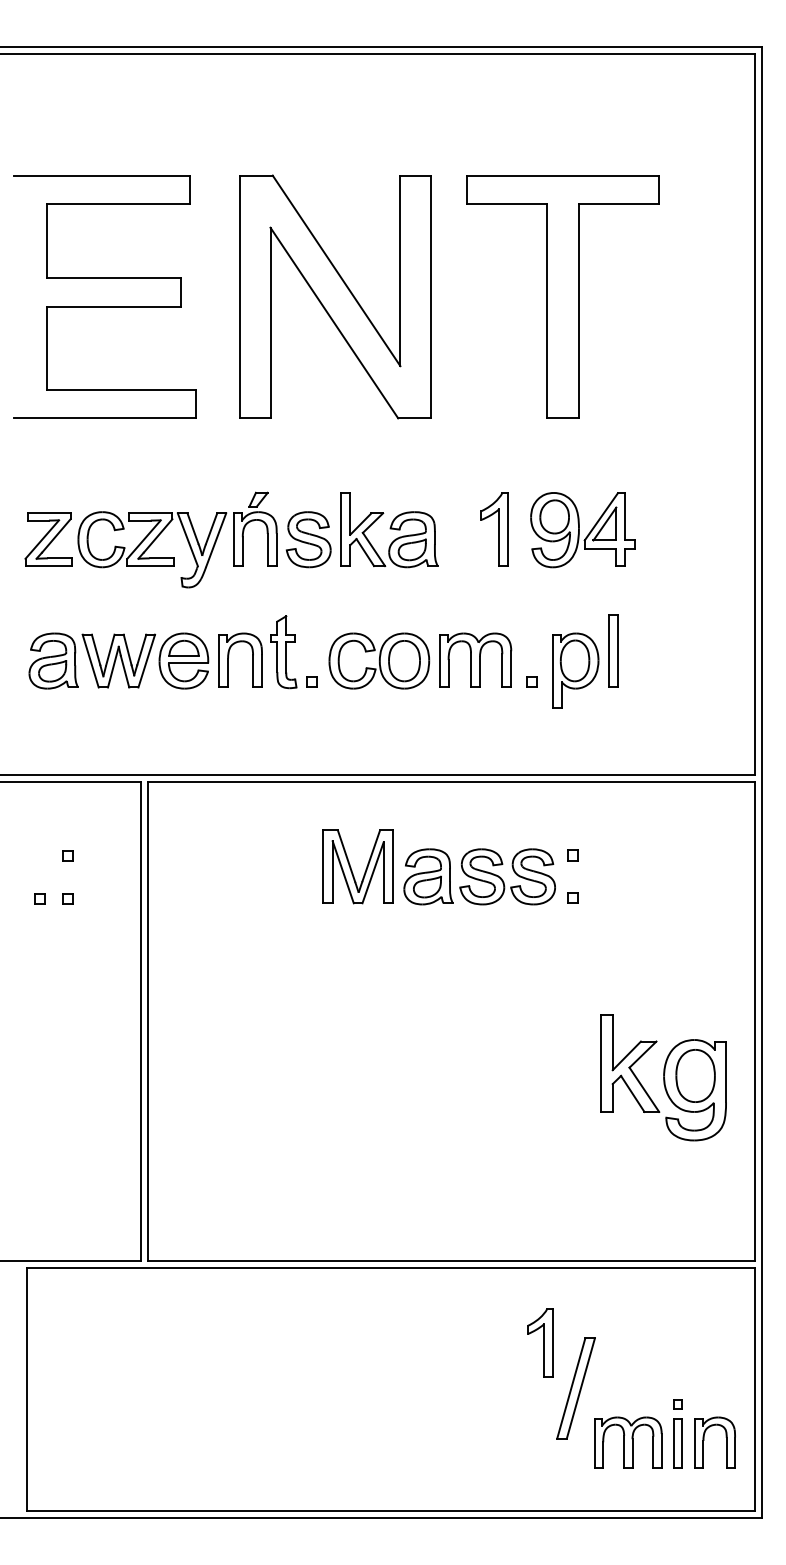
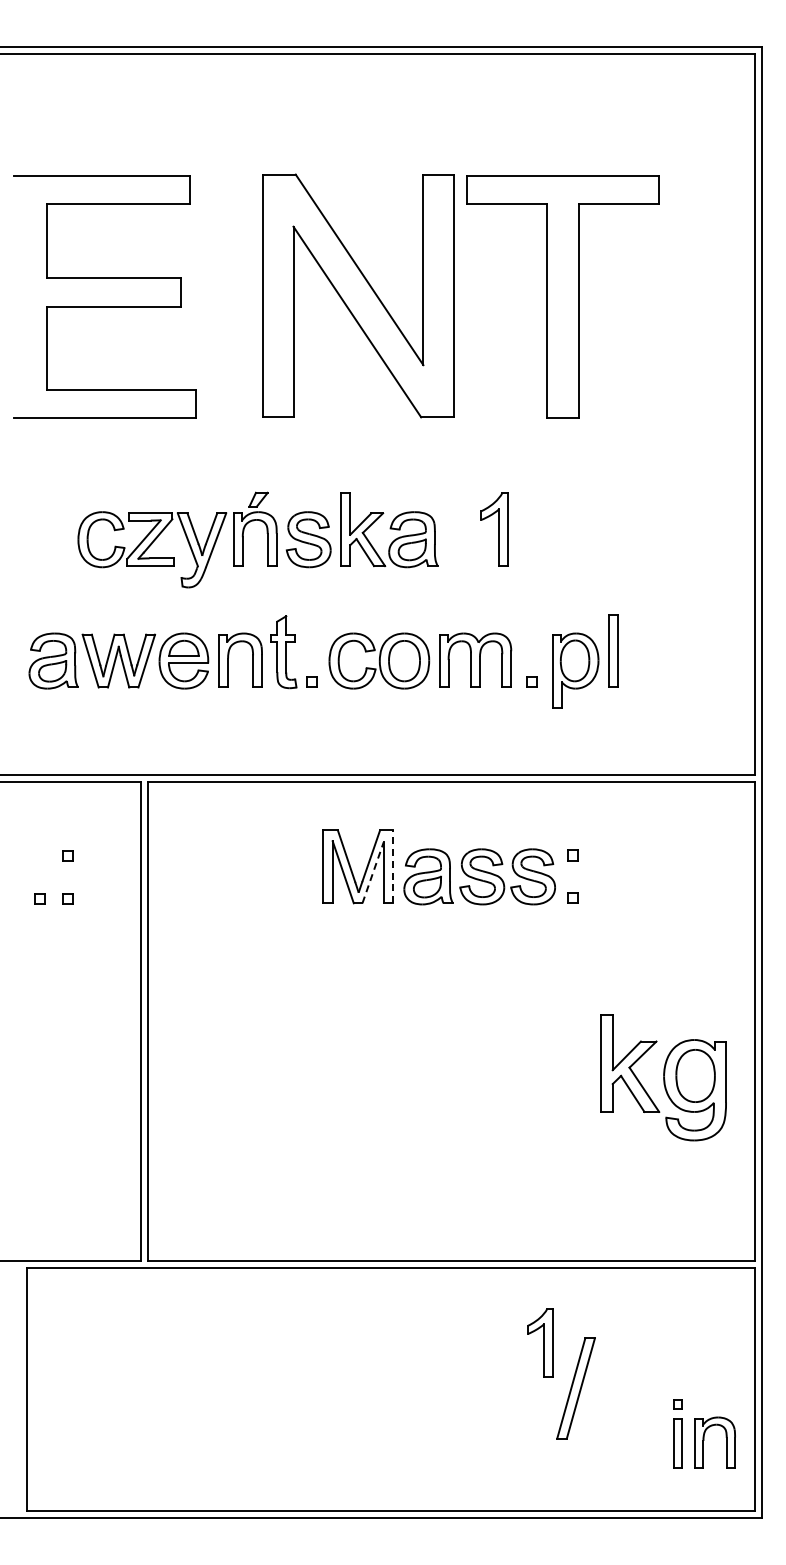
part at (335, 296) position: (335, 296) -> (358, 295)
part at (582, 530): present -> none
part at (48, 539): present -> none
line at (392, 866): solid -> dashed
line at (373, 872): solid -> dashed
part at (628, 1442): present -> none
